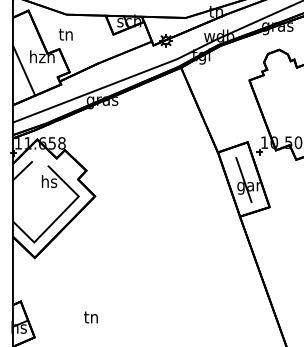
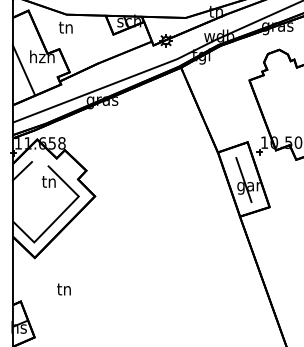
text at (65, 34) position: (65, 34) -> (65, 27)
text at (49, 181): hs -> tn
text at (90, 317) position: (90, 317) -> (63, 289)
